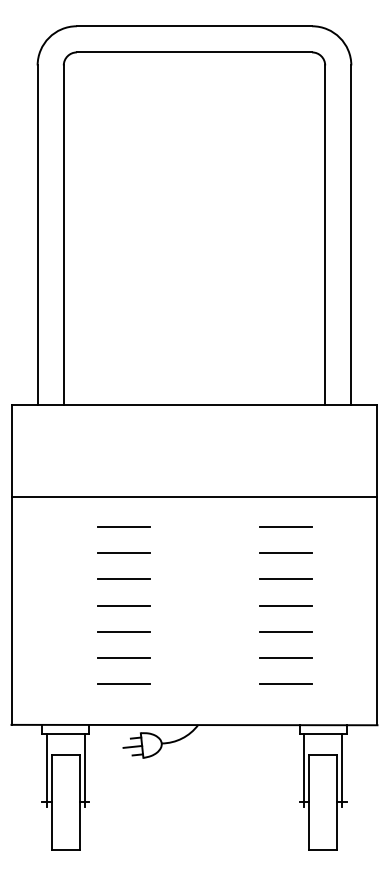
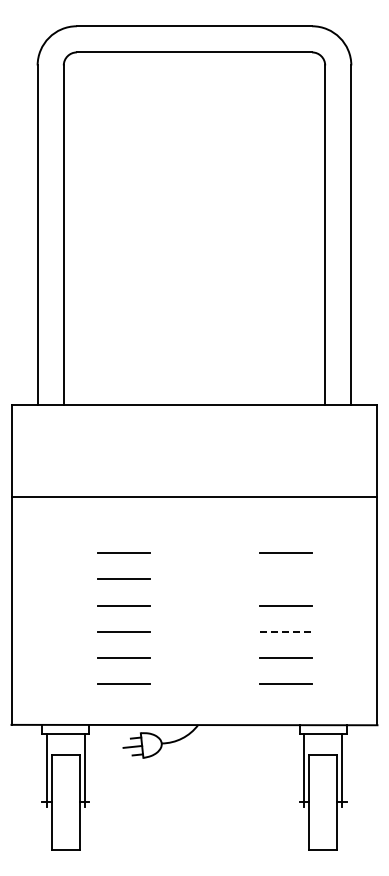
line at (124, 527): present -> none
line at (286, 527): present -> none
line at (285, 578): present -> none
line at (286, 631): solid -> dashed
